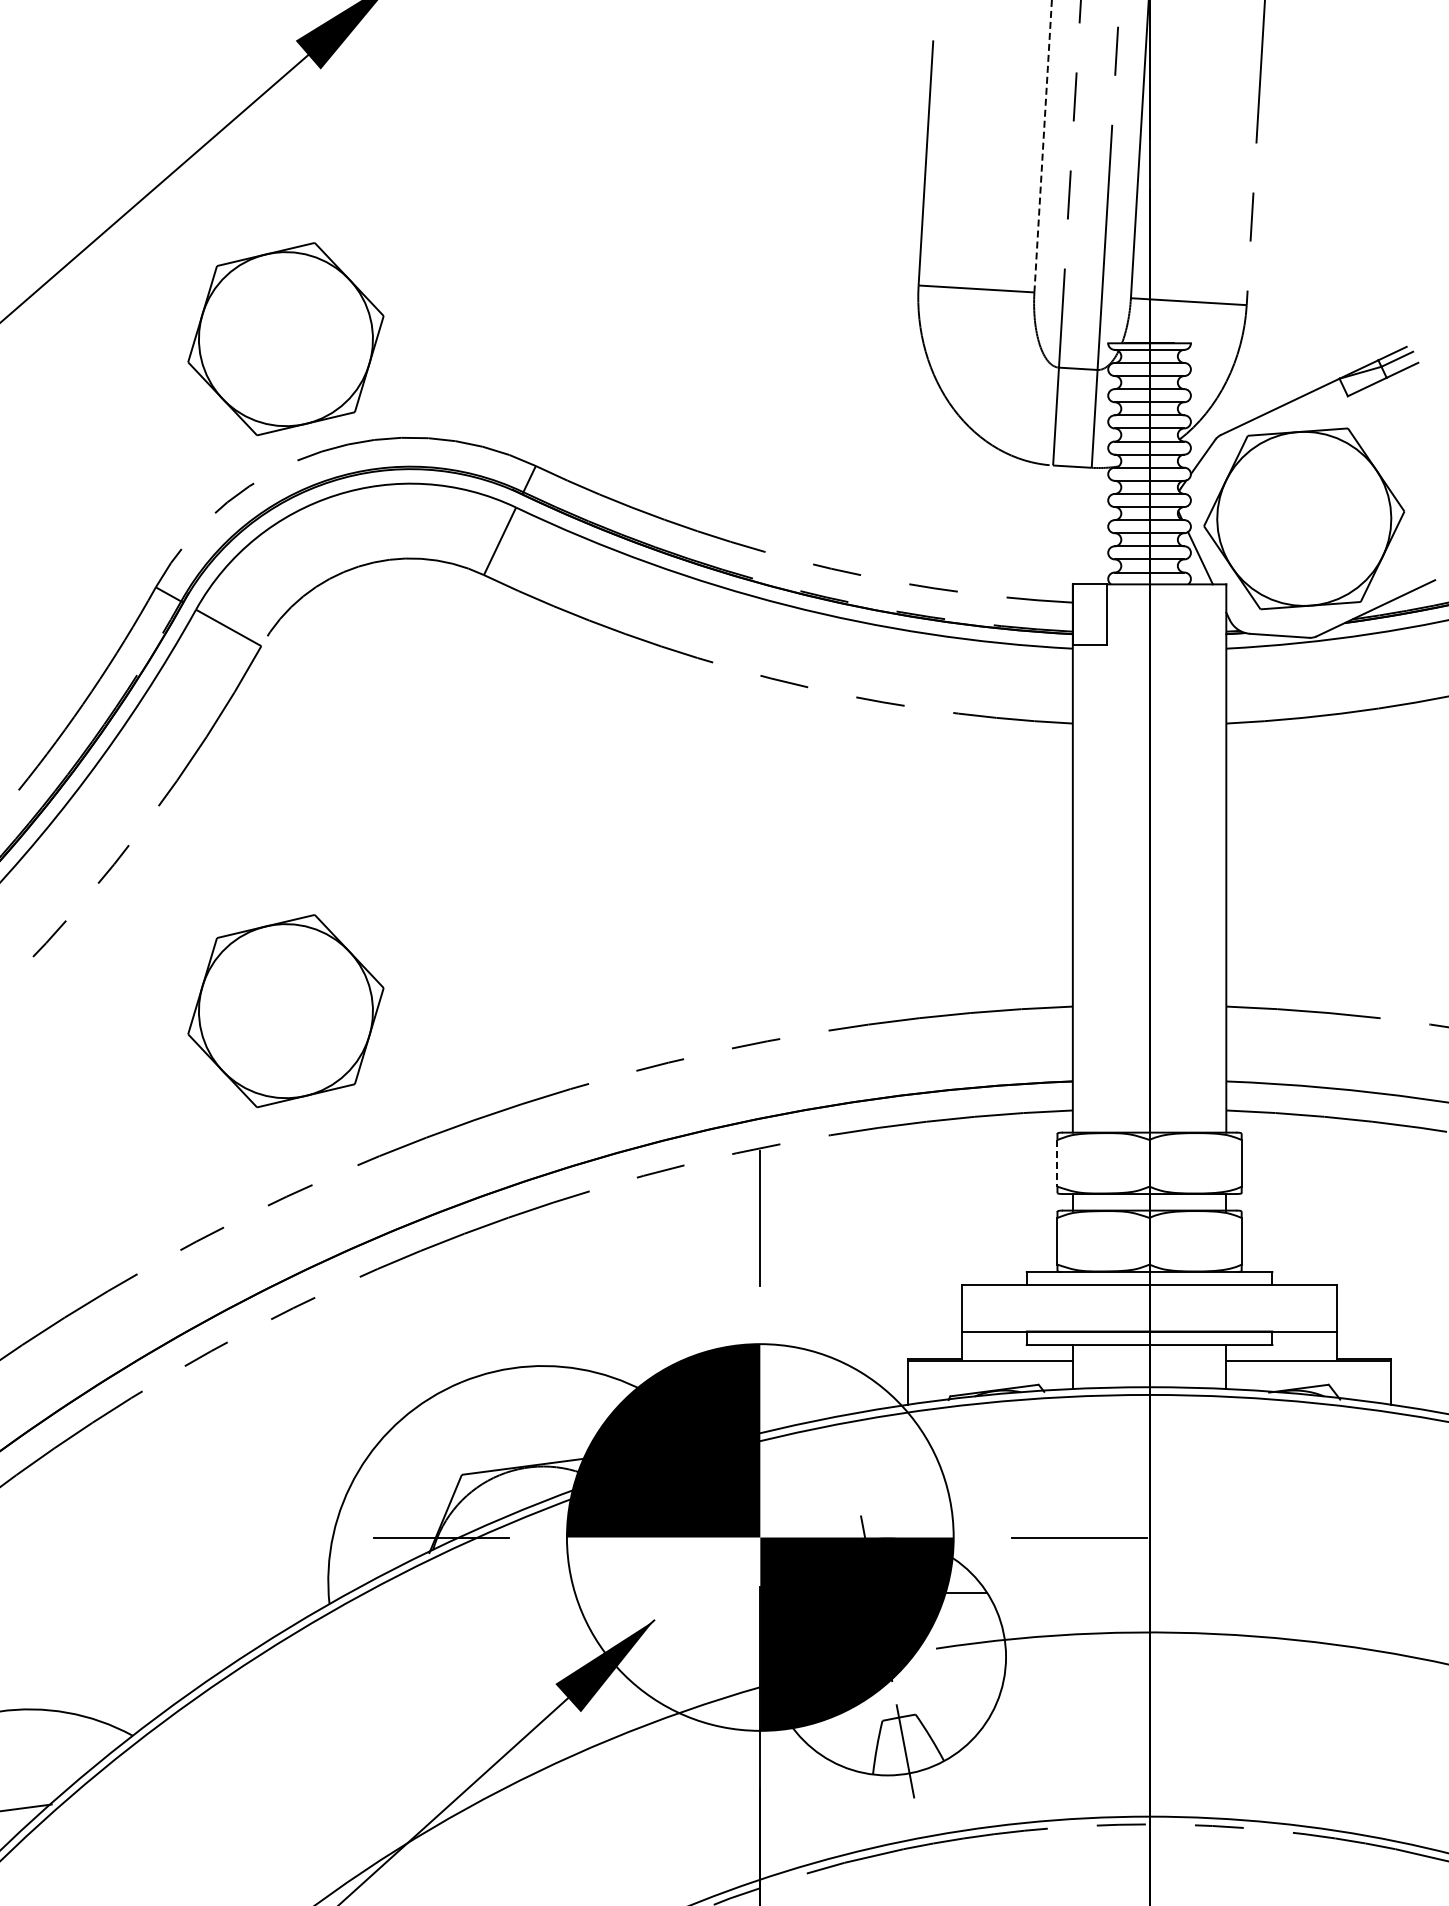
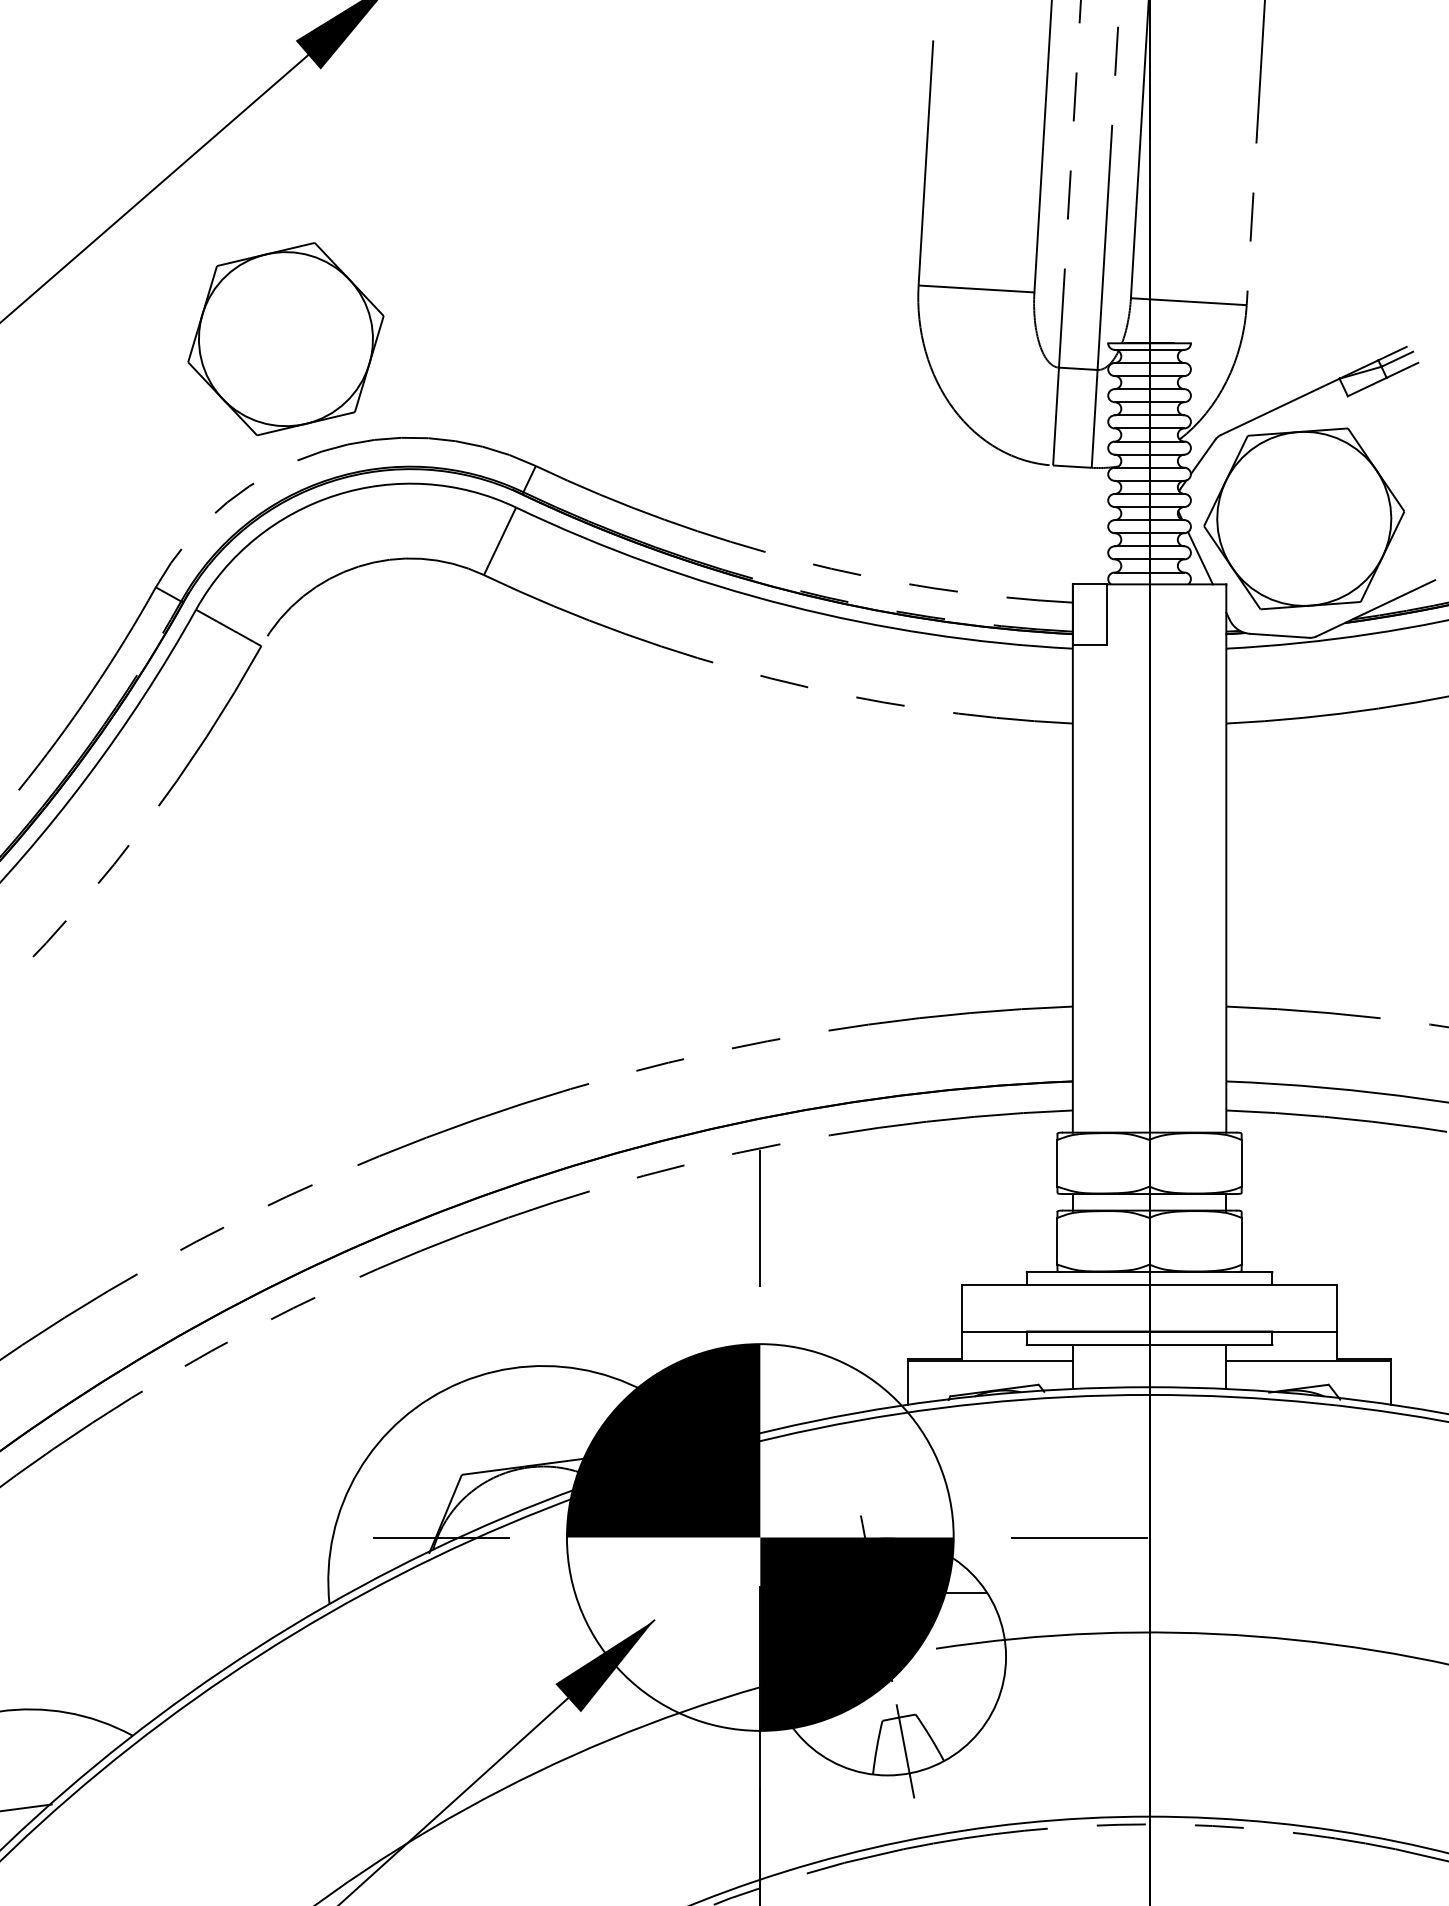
line at (1043, 146): dashed -> solid
part at (285, 1011): present -> none
line at (1057, 1163): dashed -> solid
